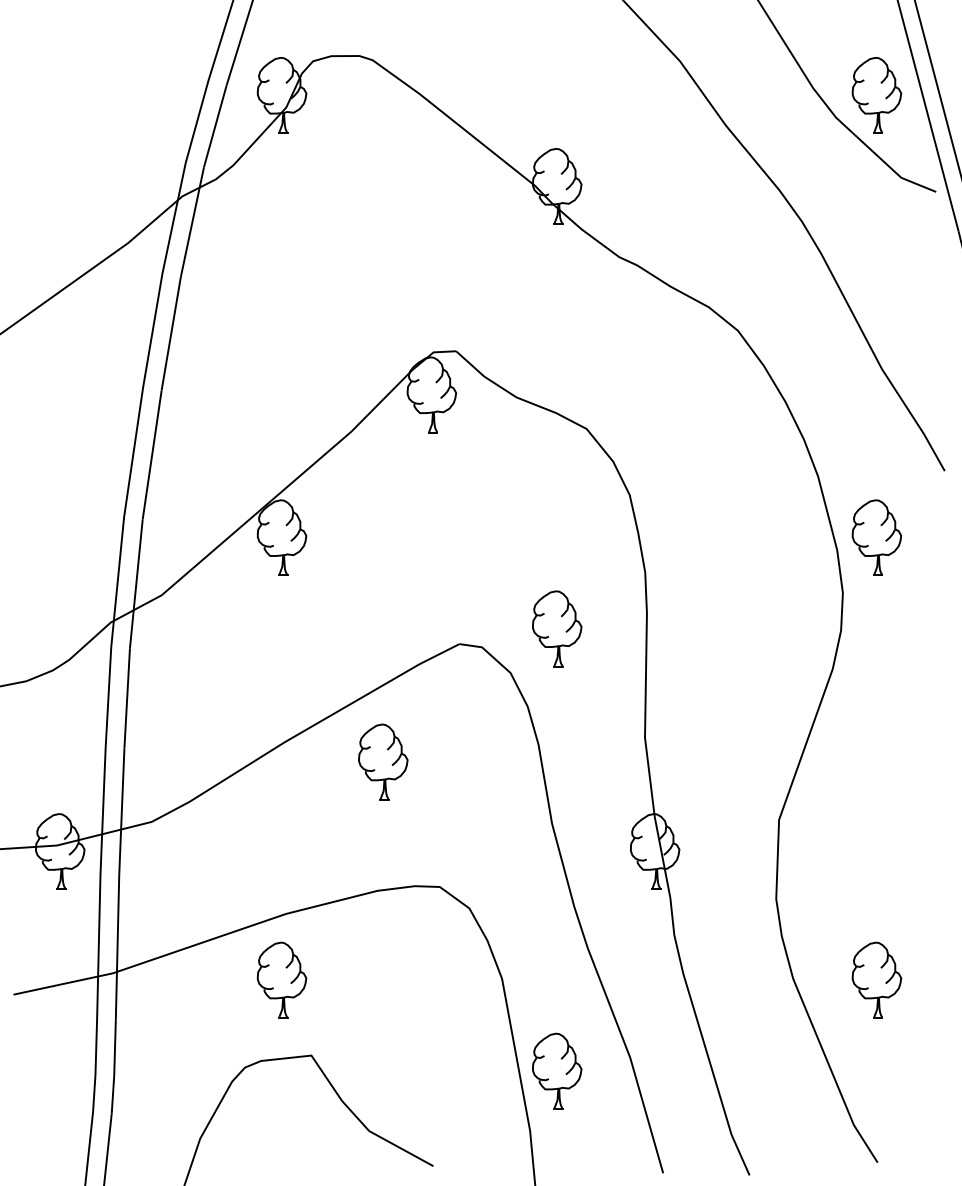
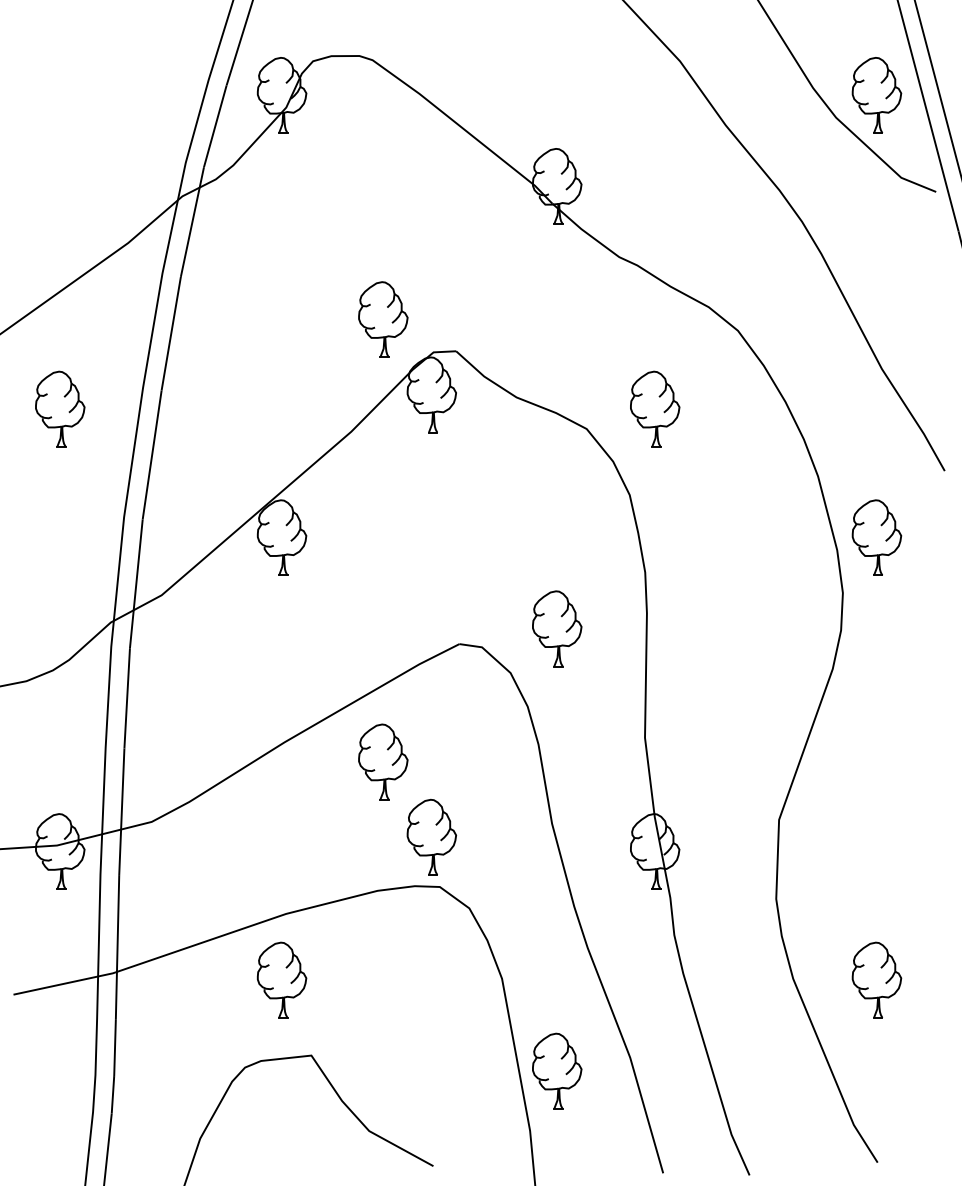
part at (383, 319): none -> present
part at (60, 408): none -> present
part at (655, 408): none -> present
part at (431, 836): none -> present
